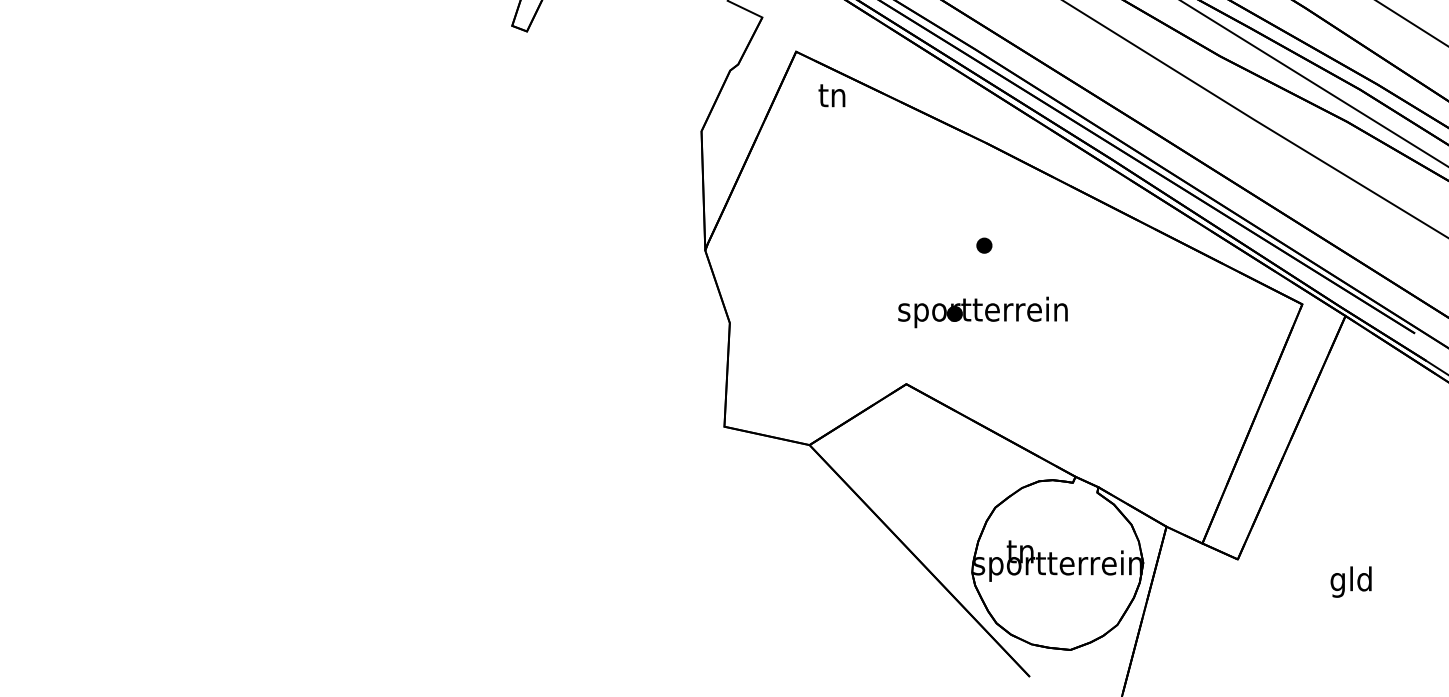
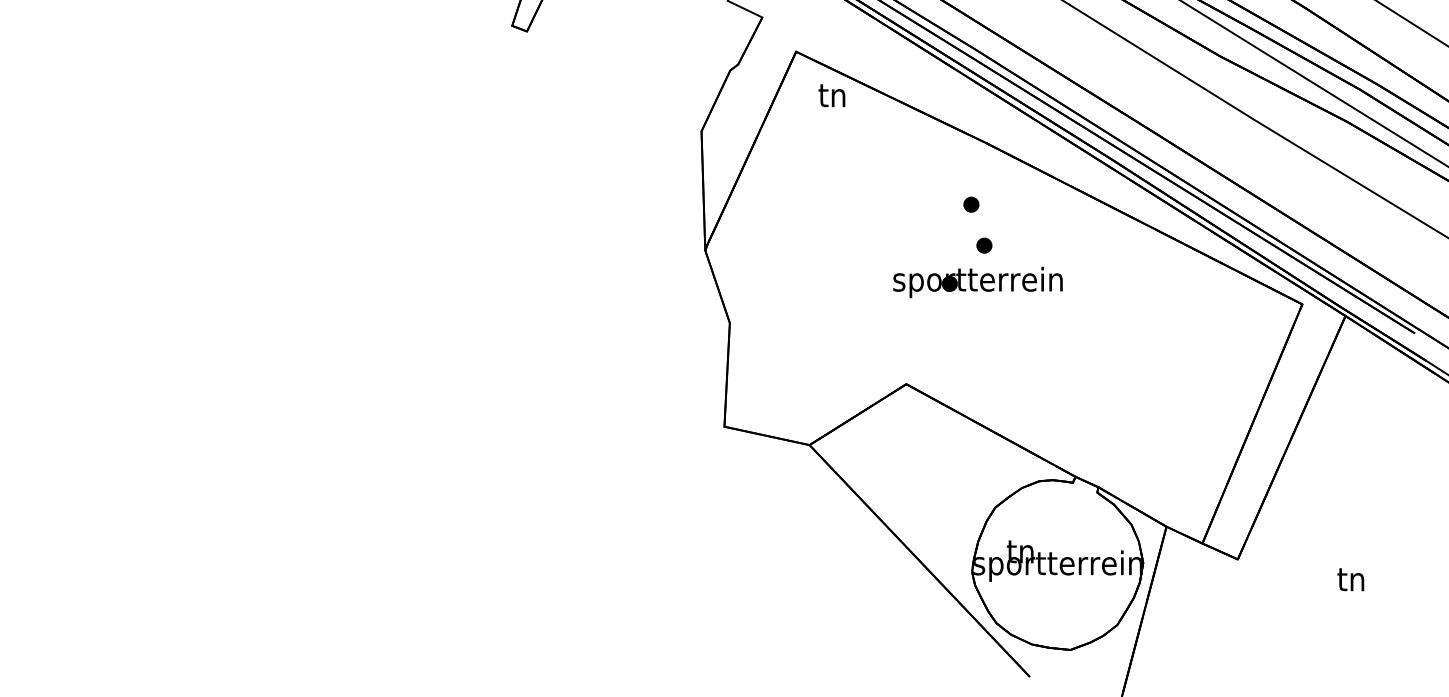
part at (971, 204): none -> present
part at (982, 312) position: (982, 312) -> (977, 282)
text at (1350, 581): gld -> tn
